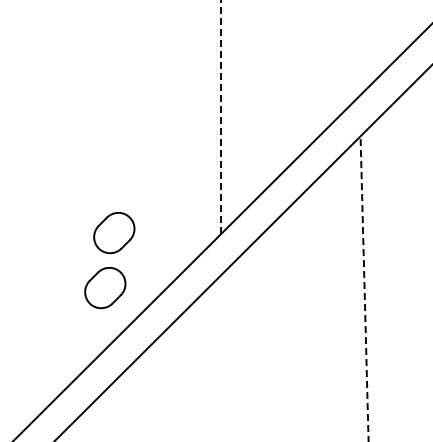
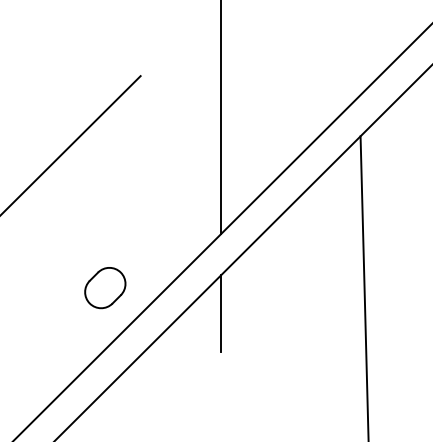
line at (221, 117): dashed -> solid
line at (71, 144): none -> present
part at (114, 233): present -> none
line at (364, 288): dashed -> solid
line at (221, 313): none -> present
